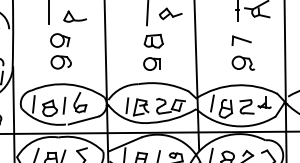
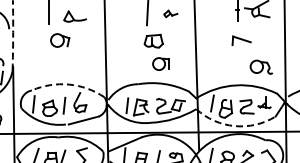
part at (170, 13) size: 24x14 px -> 16x10 px
arc at (13, 35): solid -> dashed
part at (60, 62): present -> none
part at (243, 62) position: (243, 62) -> (261, 66)
part at (151, 63) position: (151, 63) -> (160, 63)
arc at (69, 84): solid -> dashed
arc at (234, 126): solid -> dashed
